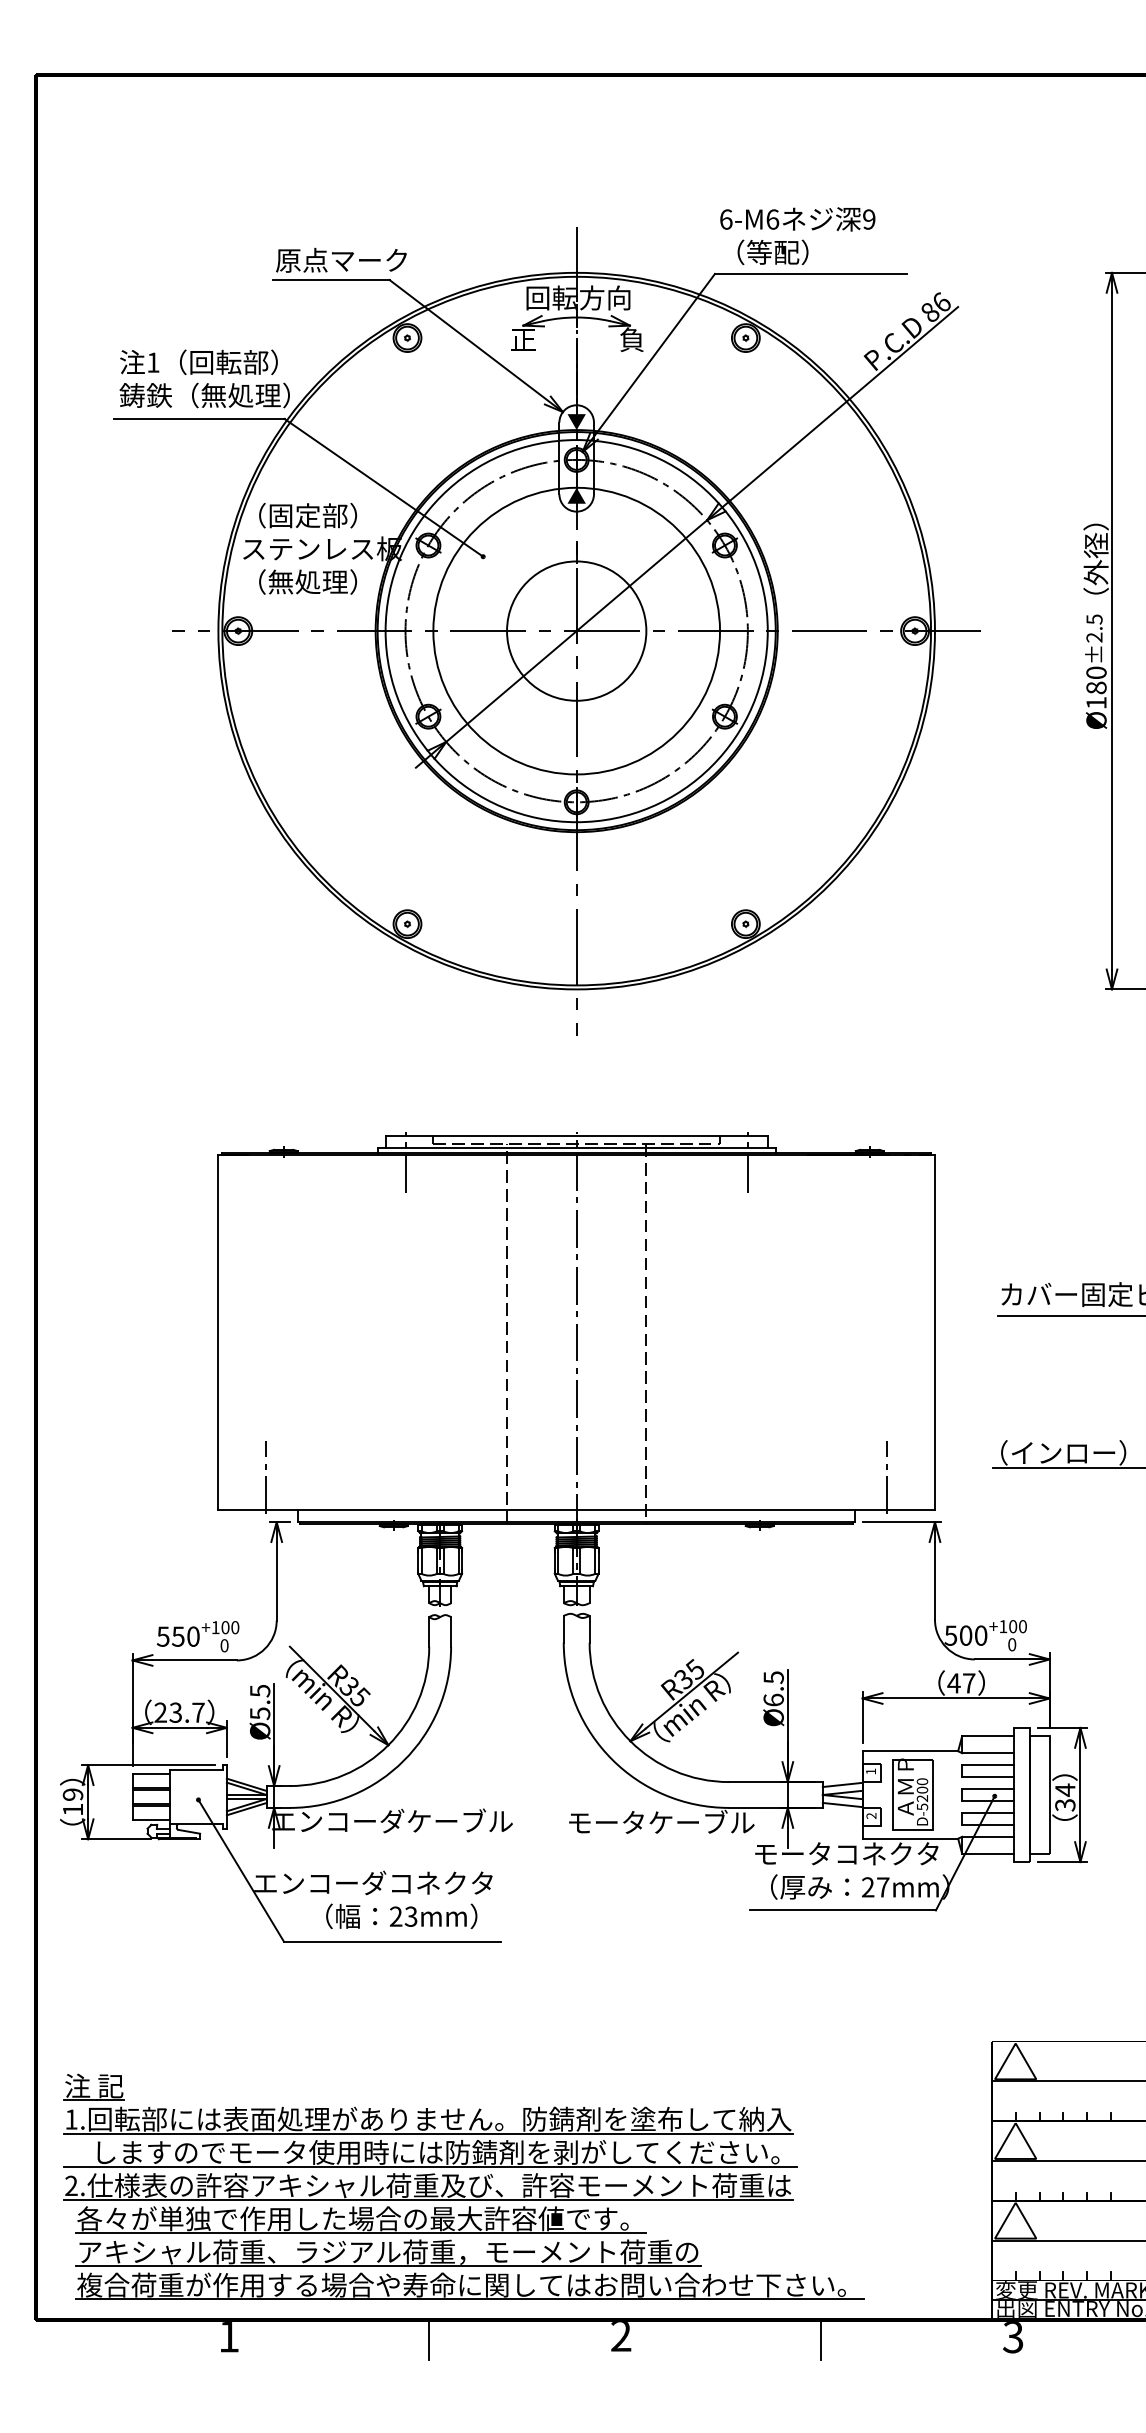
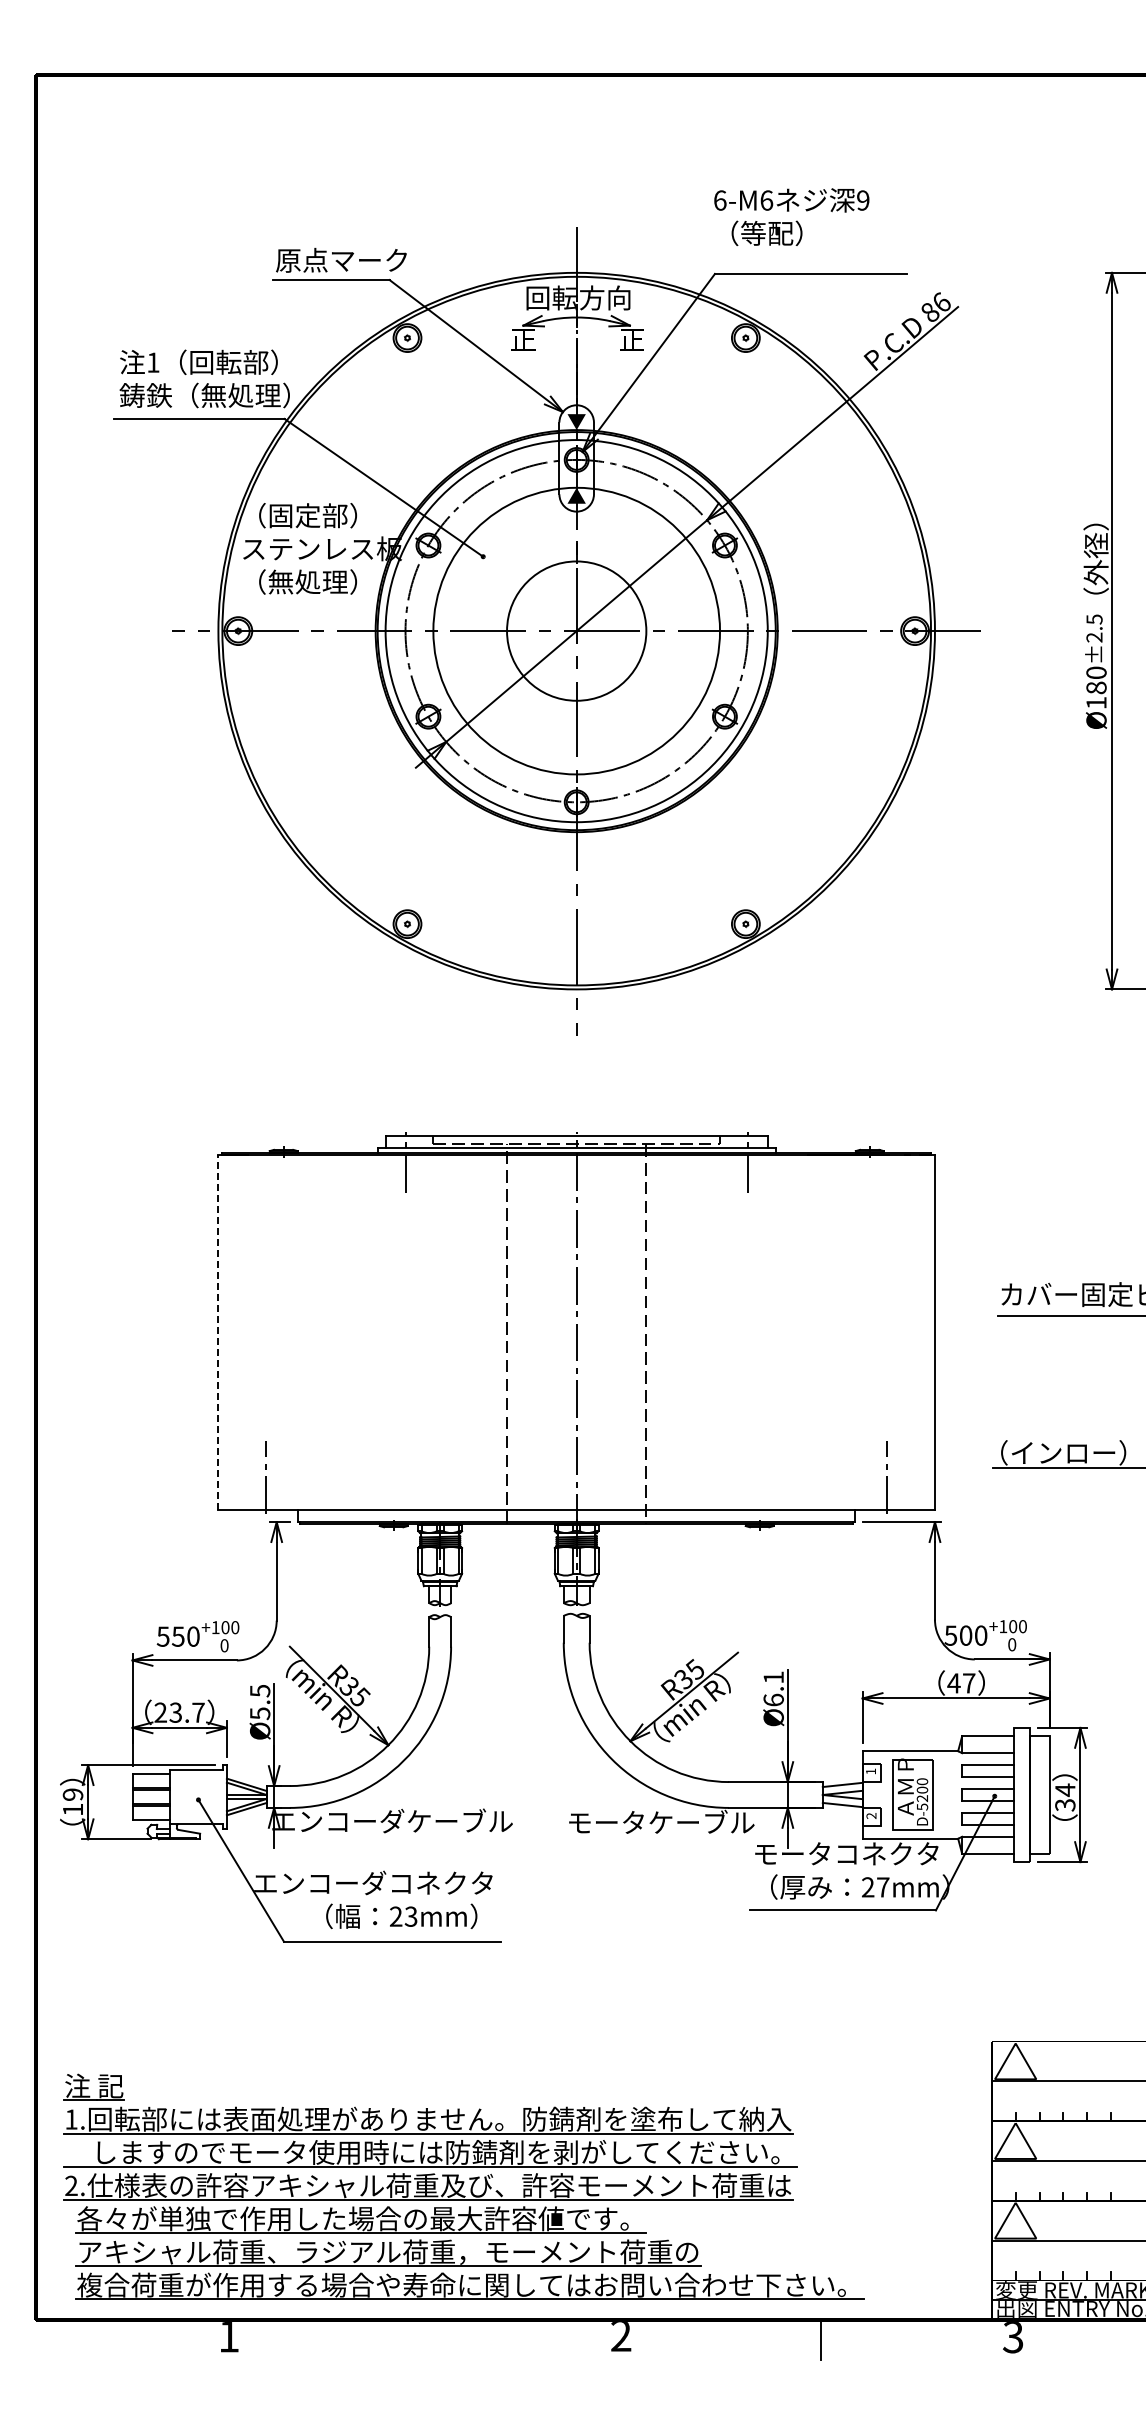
text at (797, 235) position: (797, 235) -> (791, 216)
text at (631, 339): 負 -> 正
line at (218, 1332): solid -> dashed
text at (773, 1677): Ø6.5 -> Ø6.1
line at (428, 2340): present -> none
